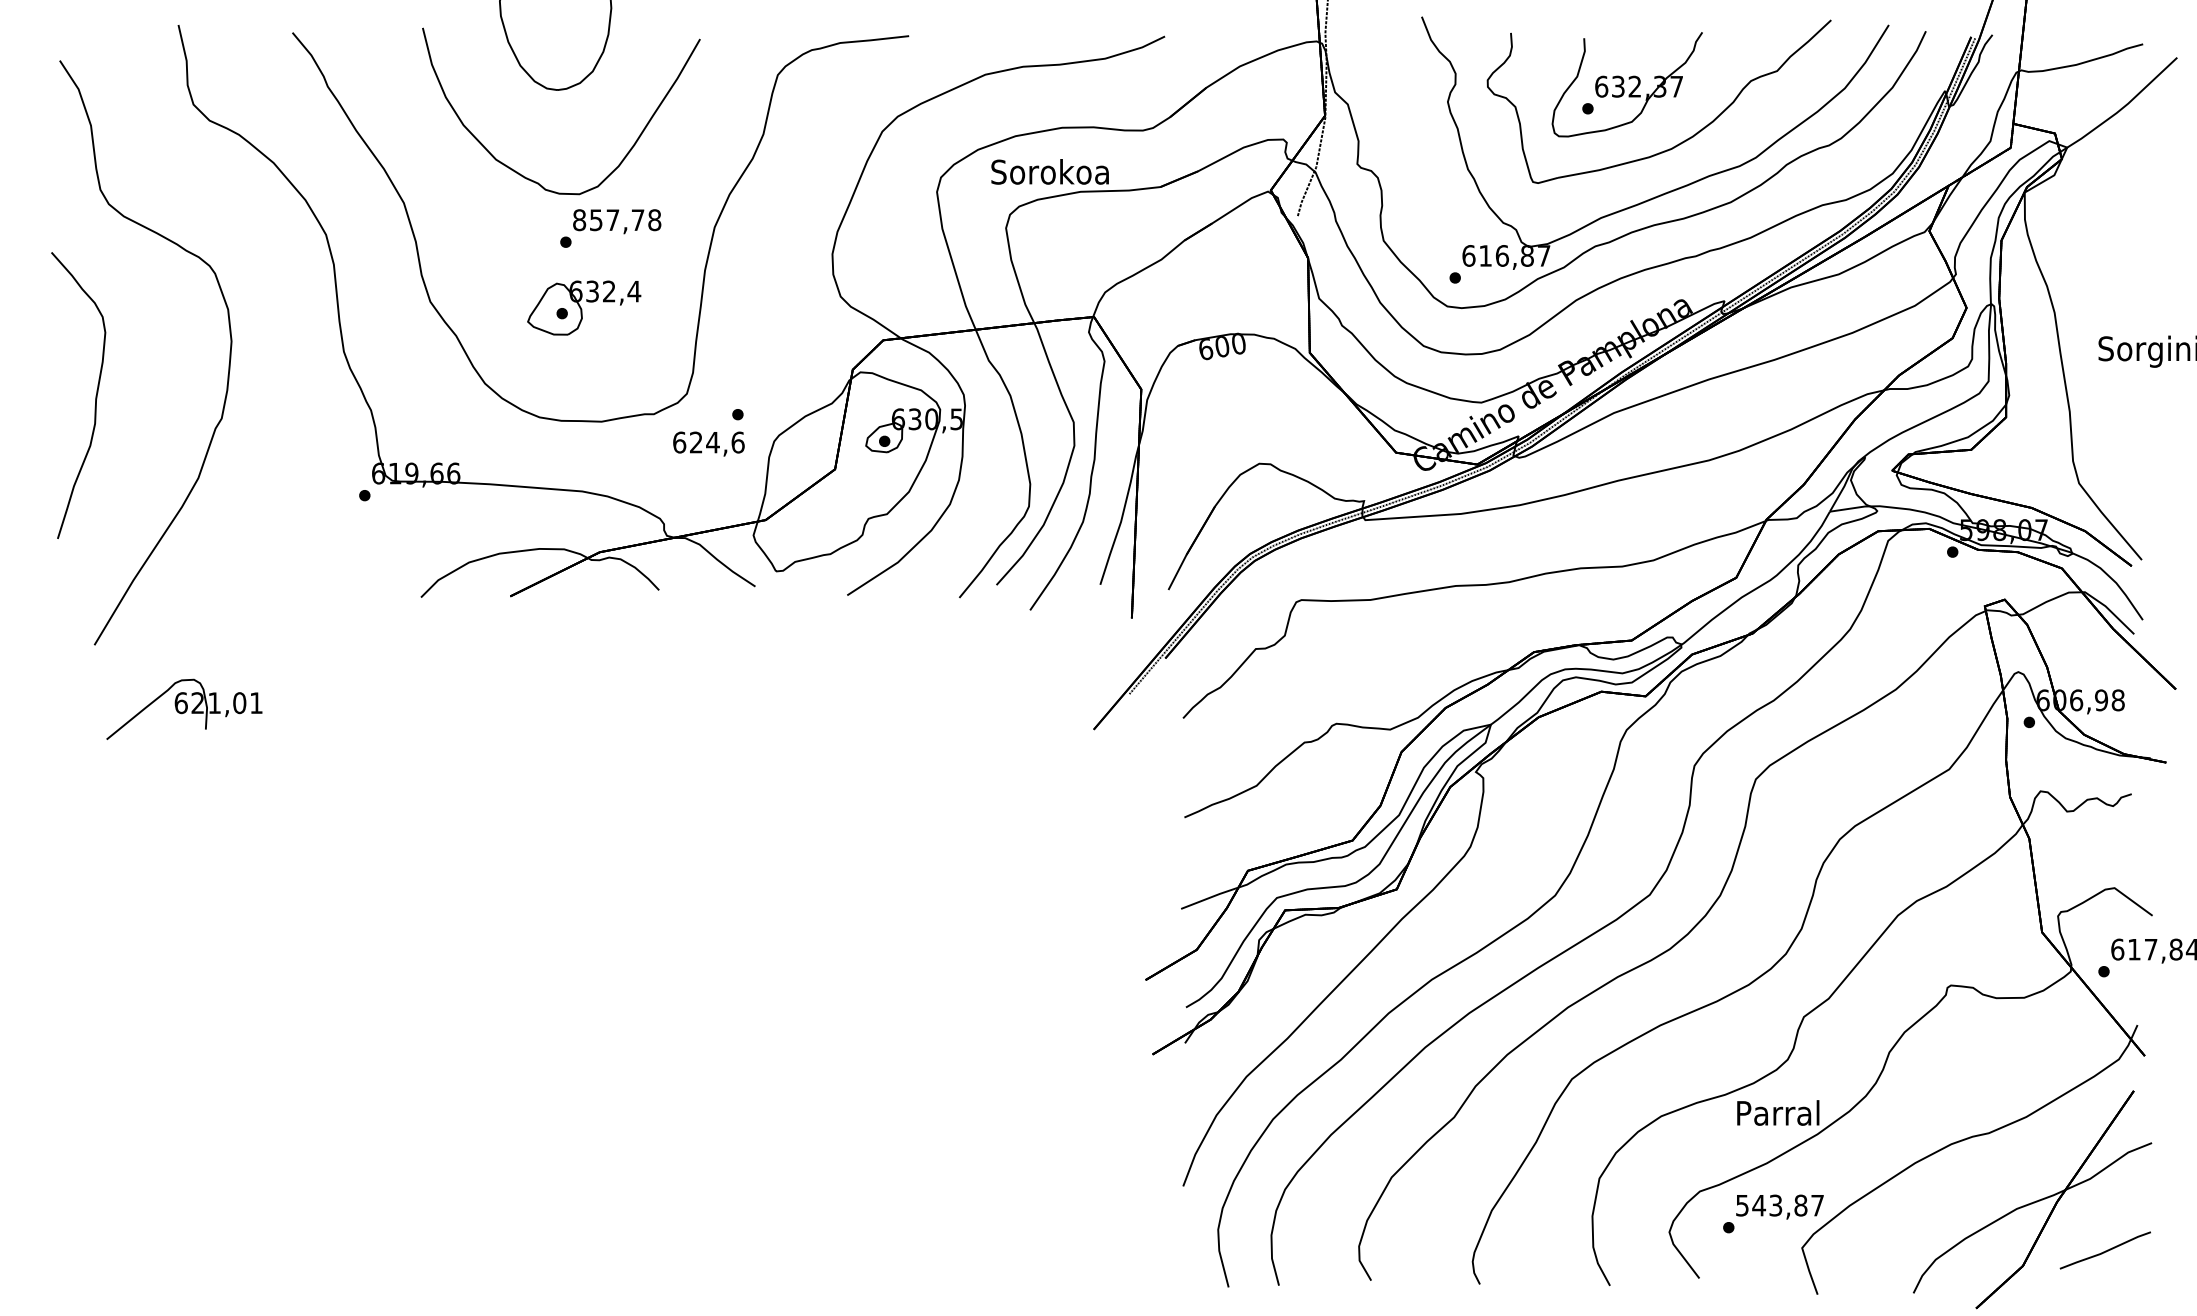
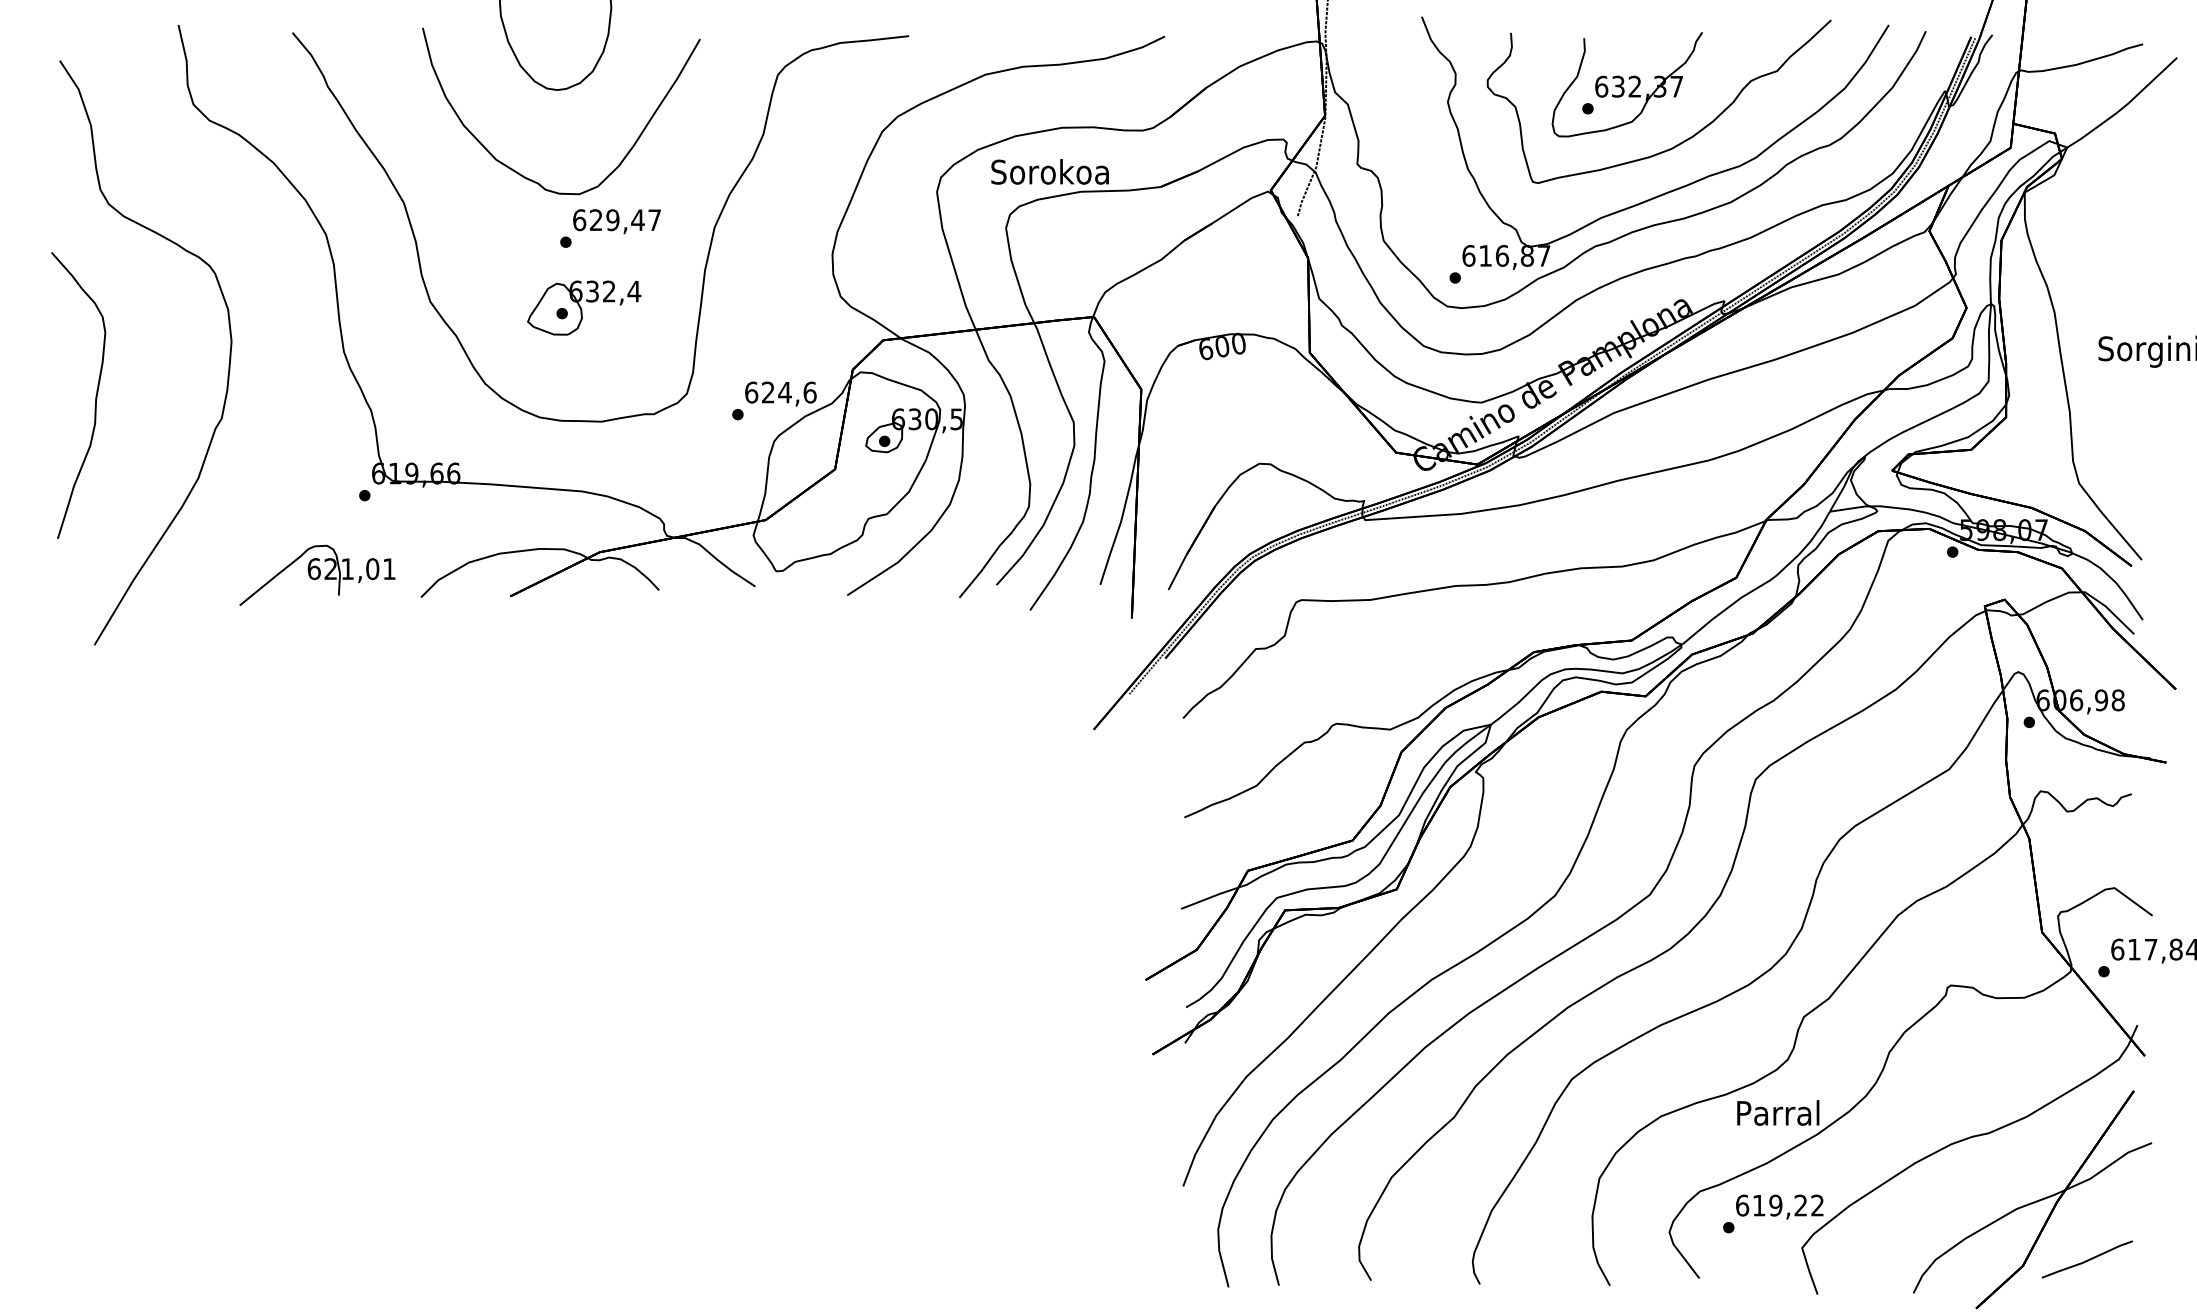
text at (617, 220): 857,78 -> 629,47
text at (708, 443) position: (708, 443) -> (780, 393)
part at (184, 708) position: (184, 708) -> (317, 574)
text at (1779, 1205): 543,87 -> 619,22
line at (2105, 1250) position: (2105, 1250) -> (2087, 1259)
